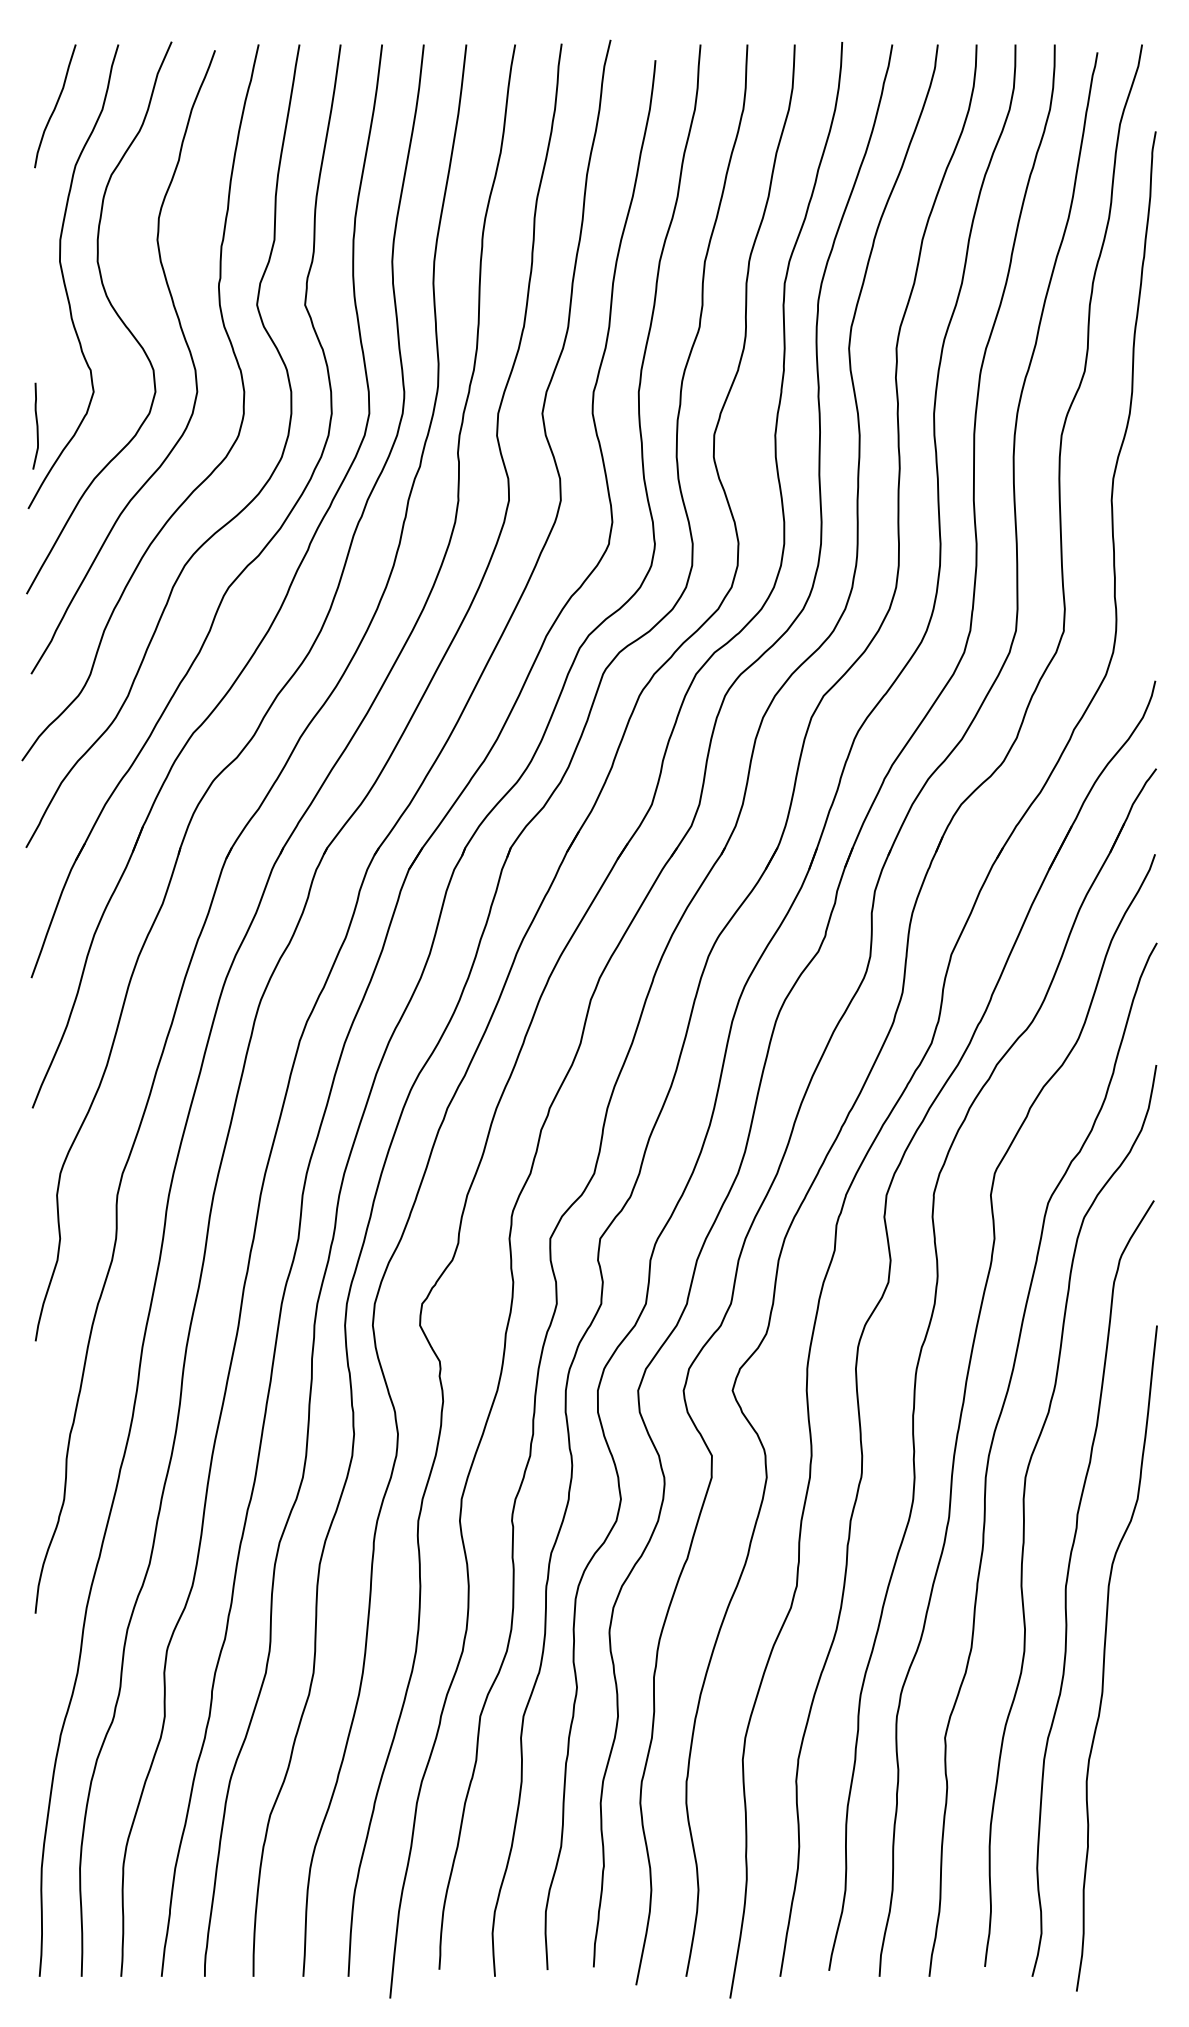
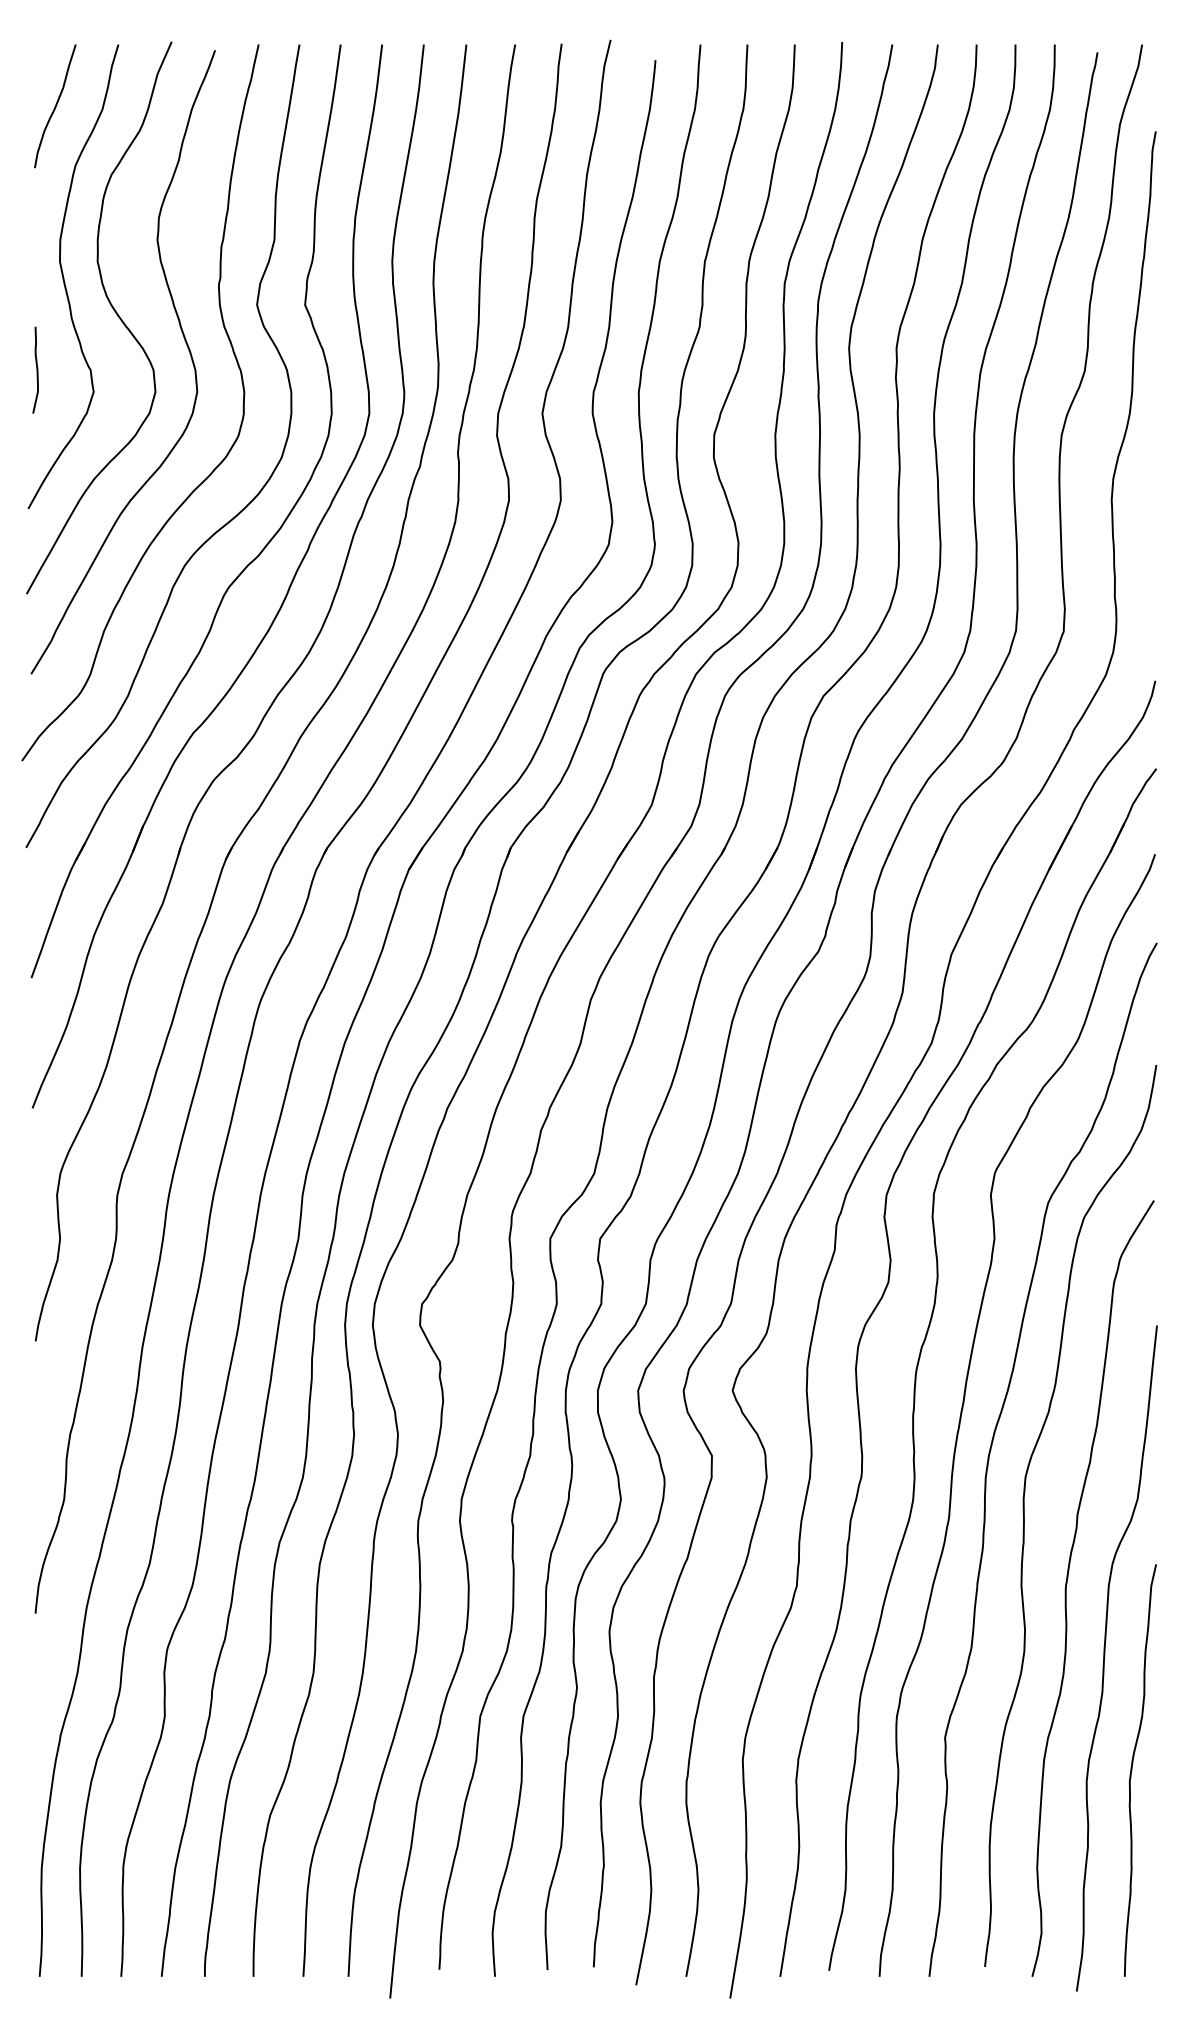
curve at (36, 425) position: (36, 425) -> (36, 369)
curve at (1132, 1770): none -> present
